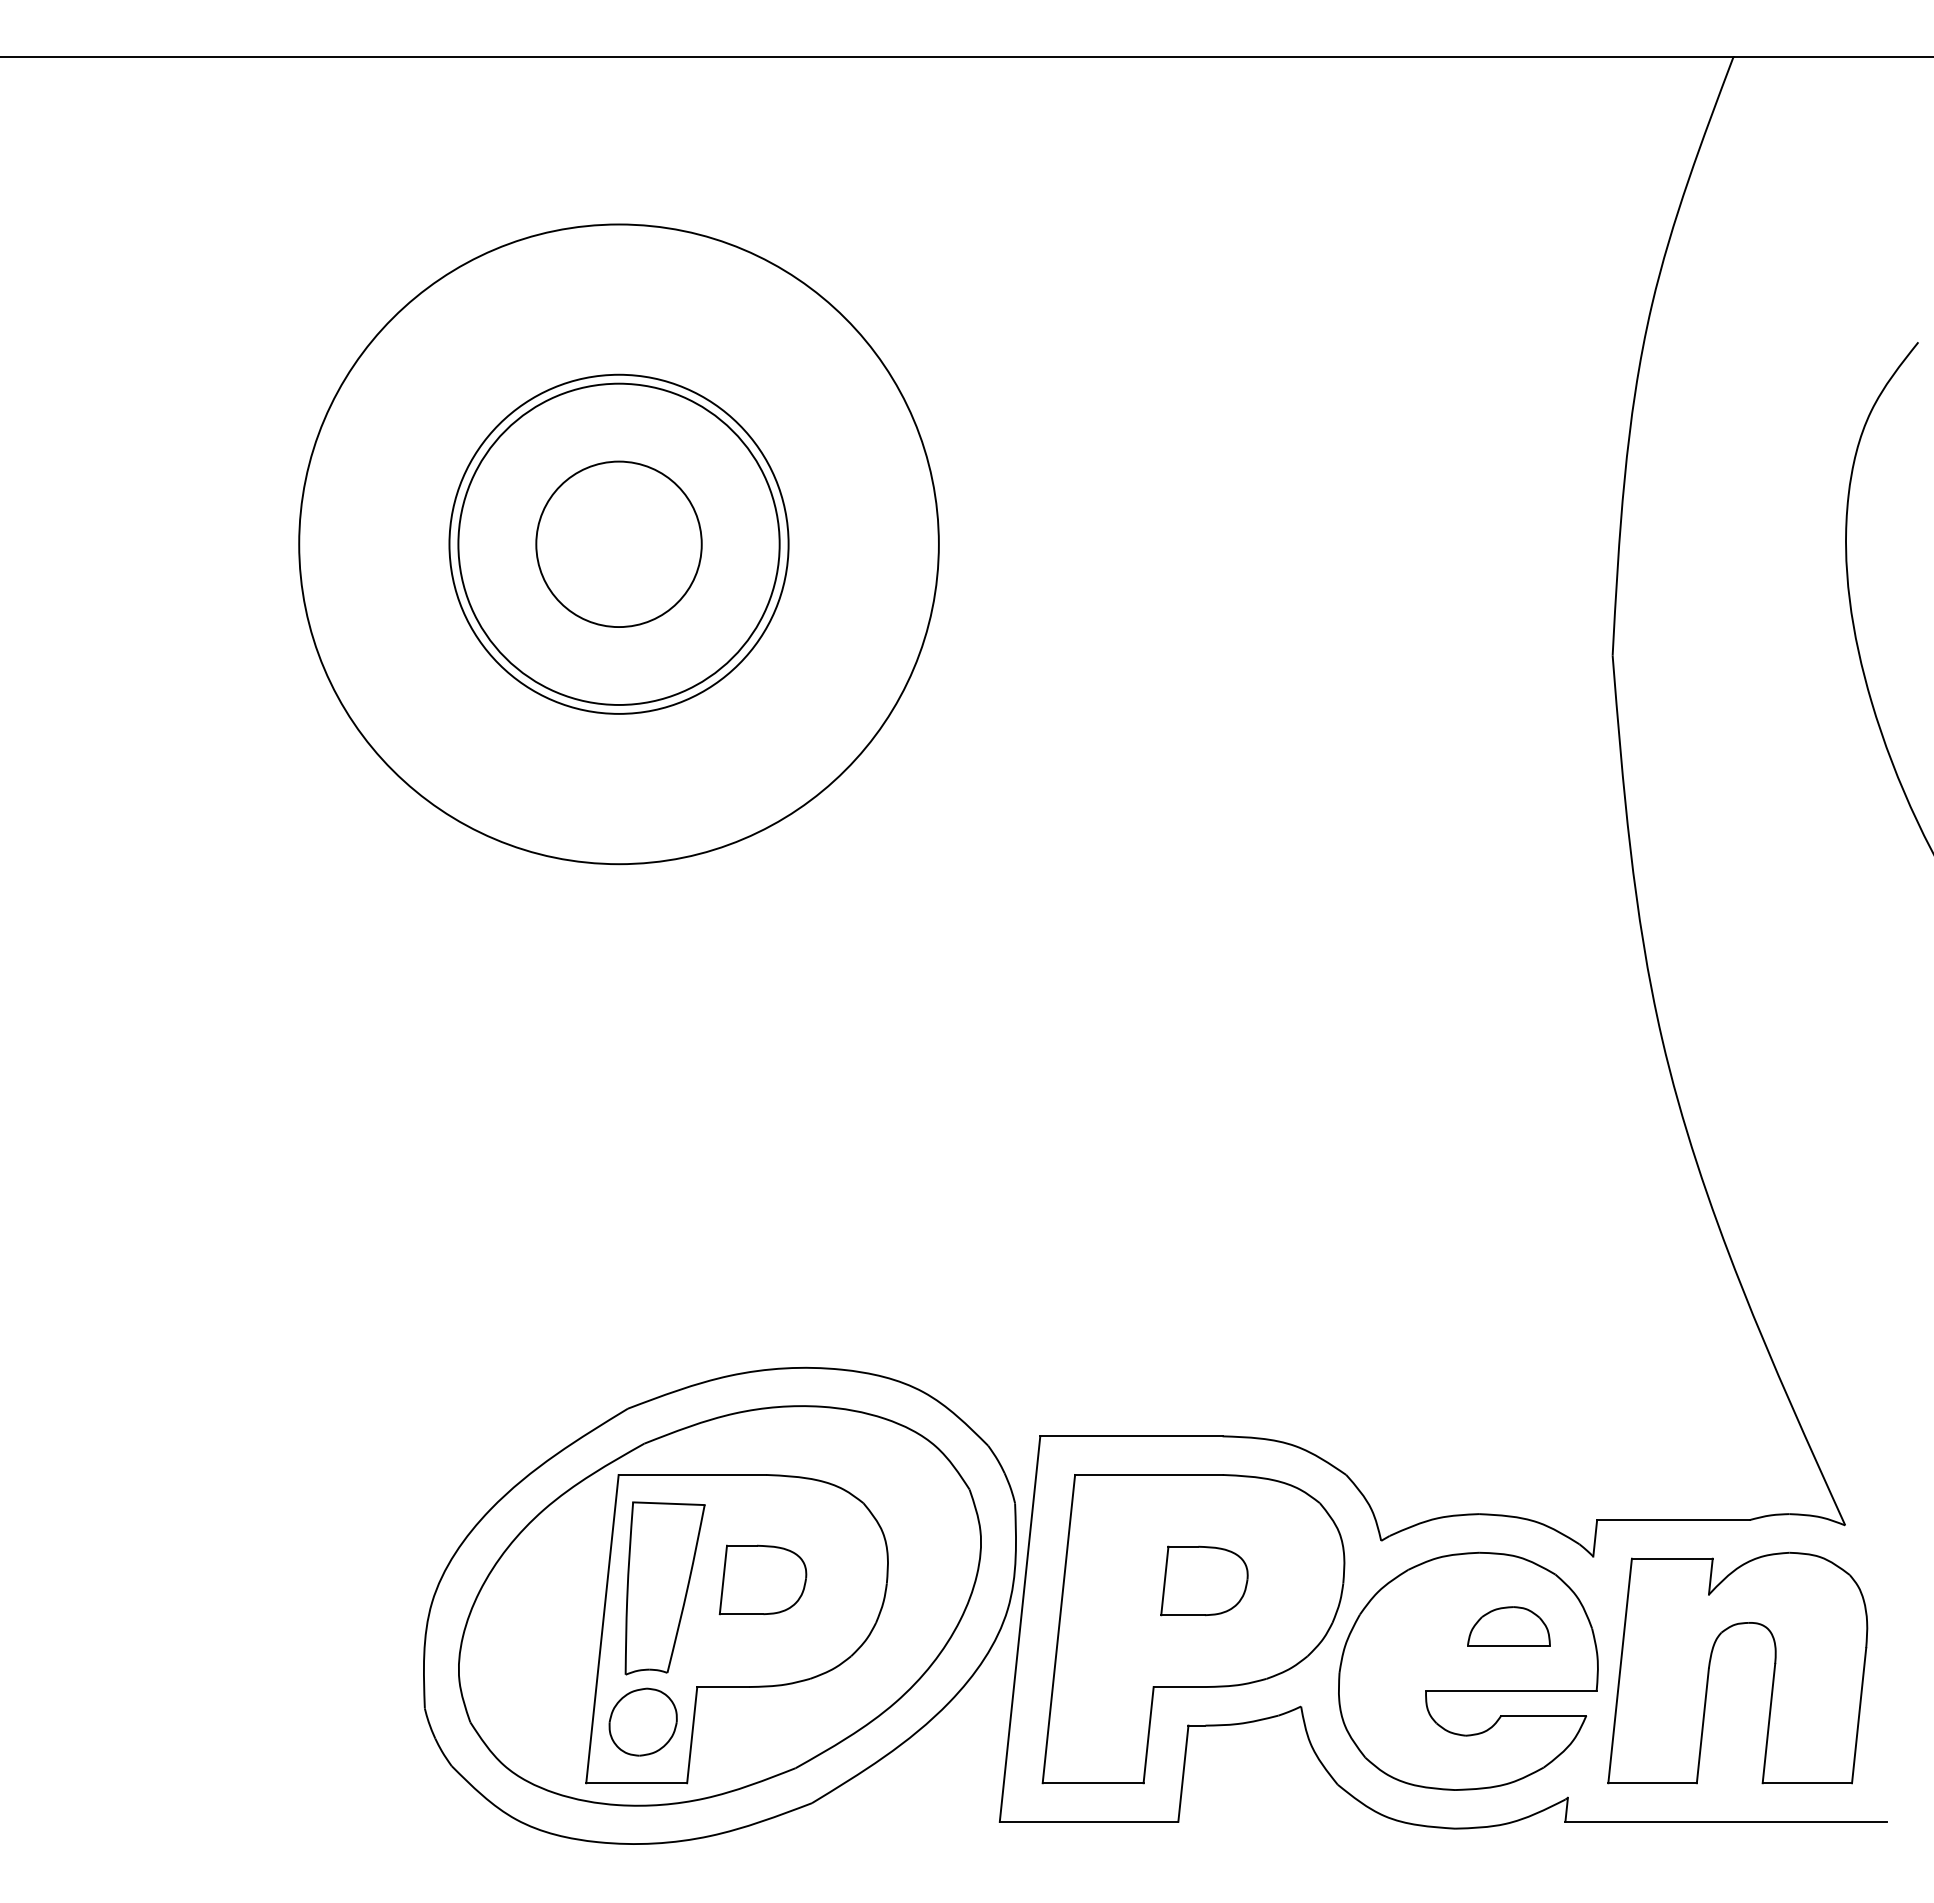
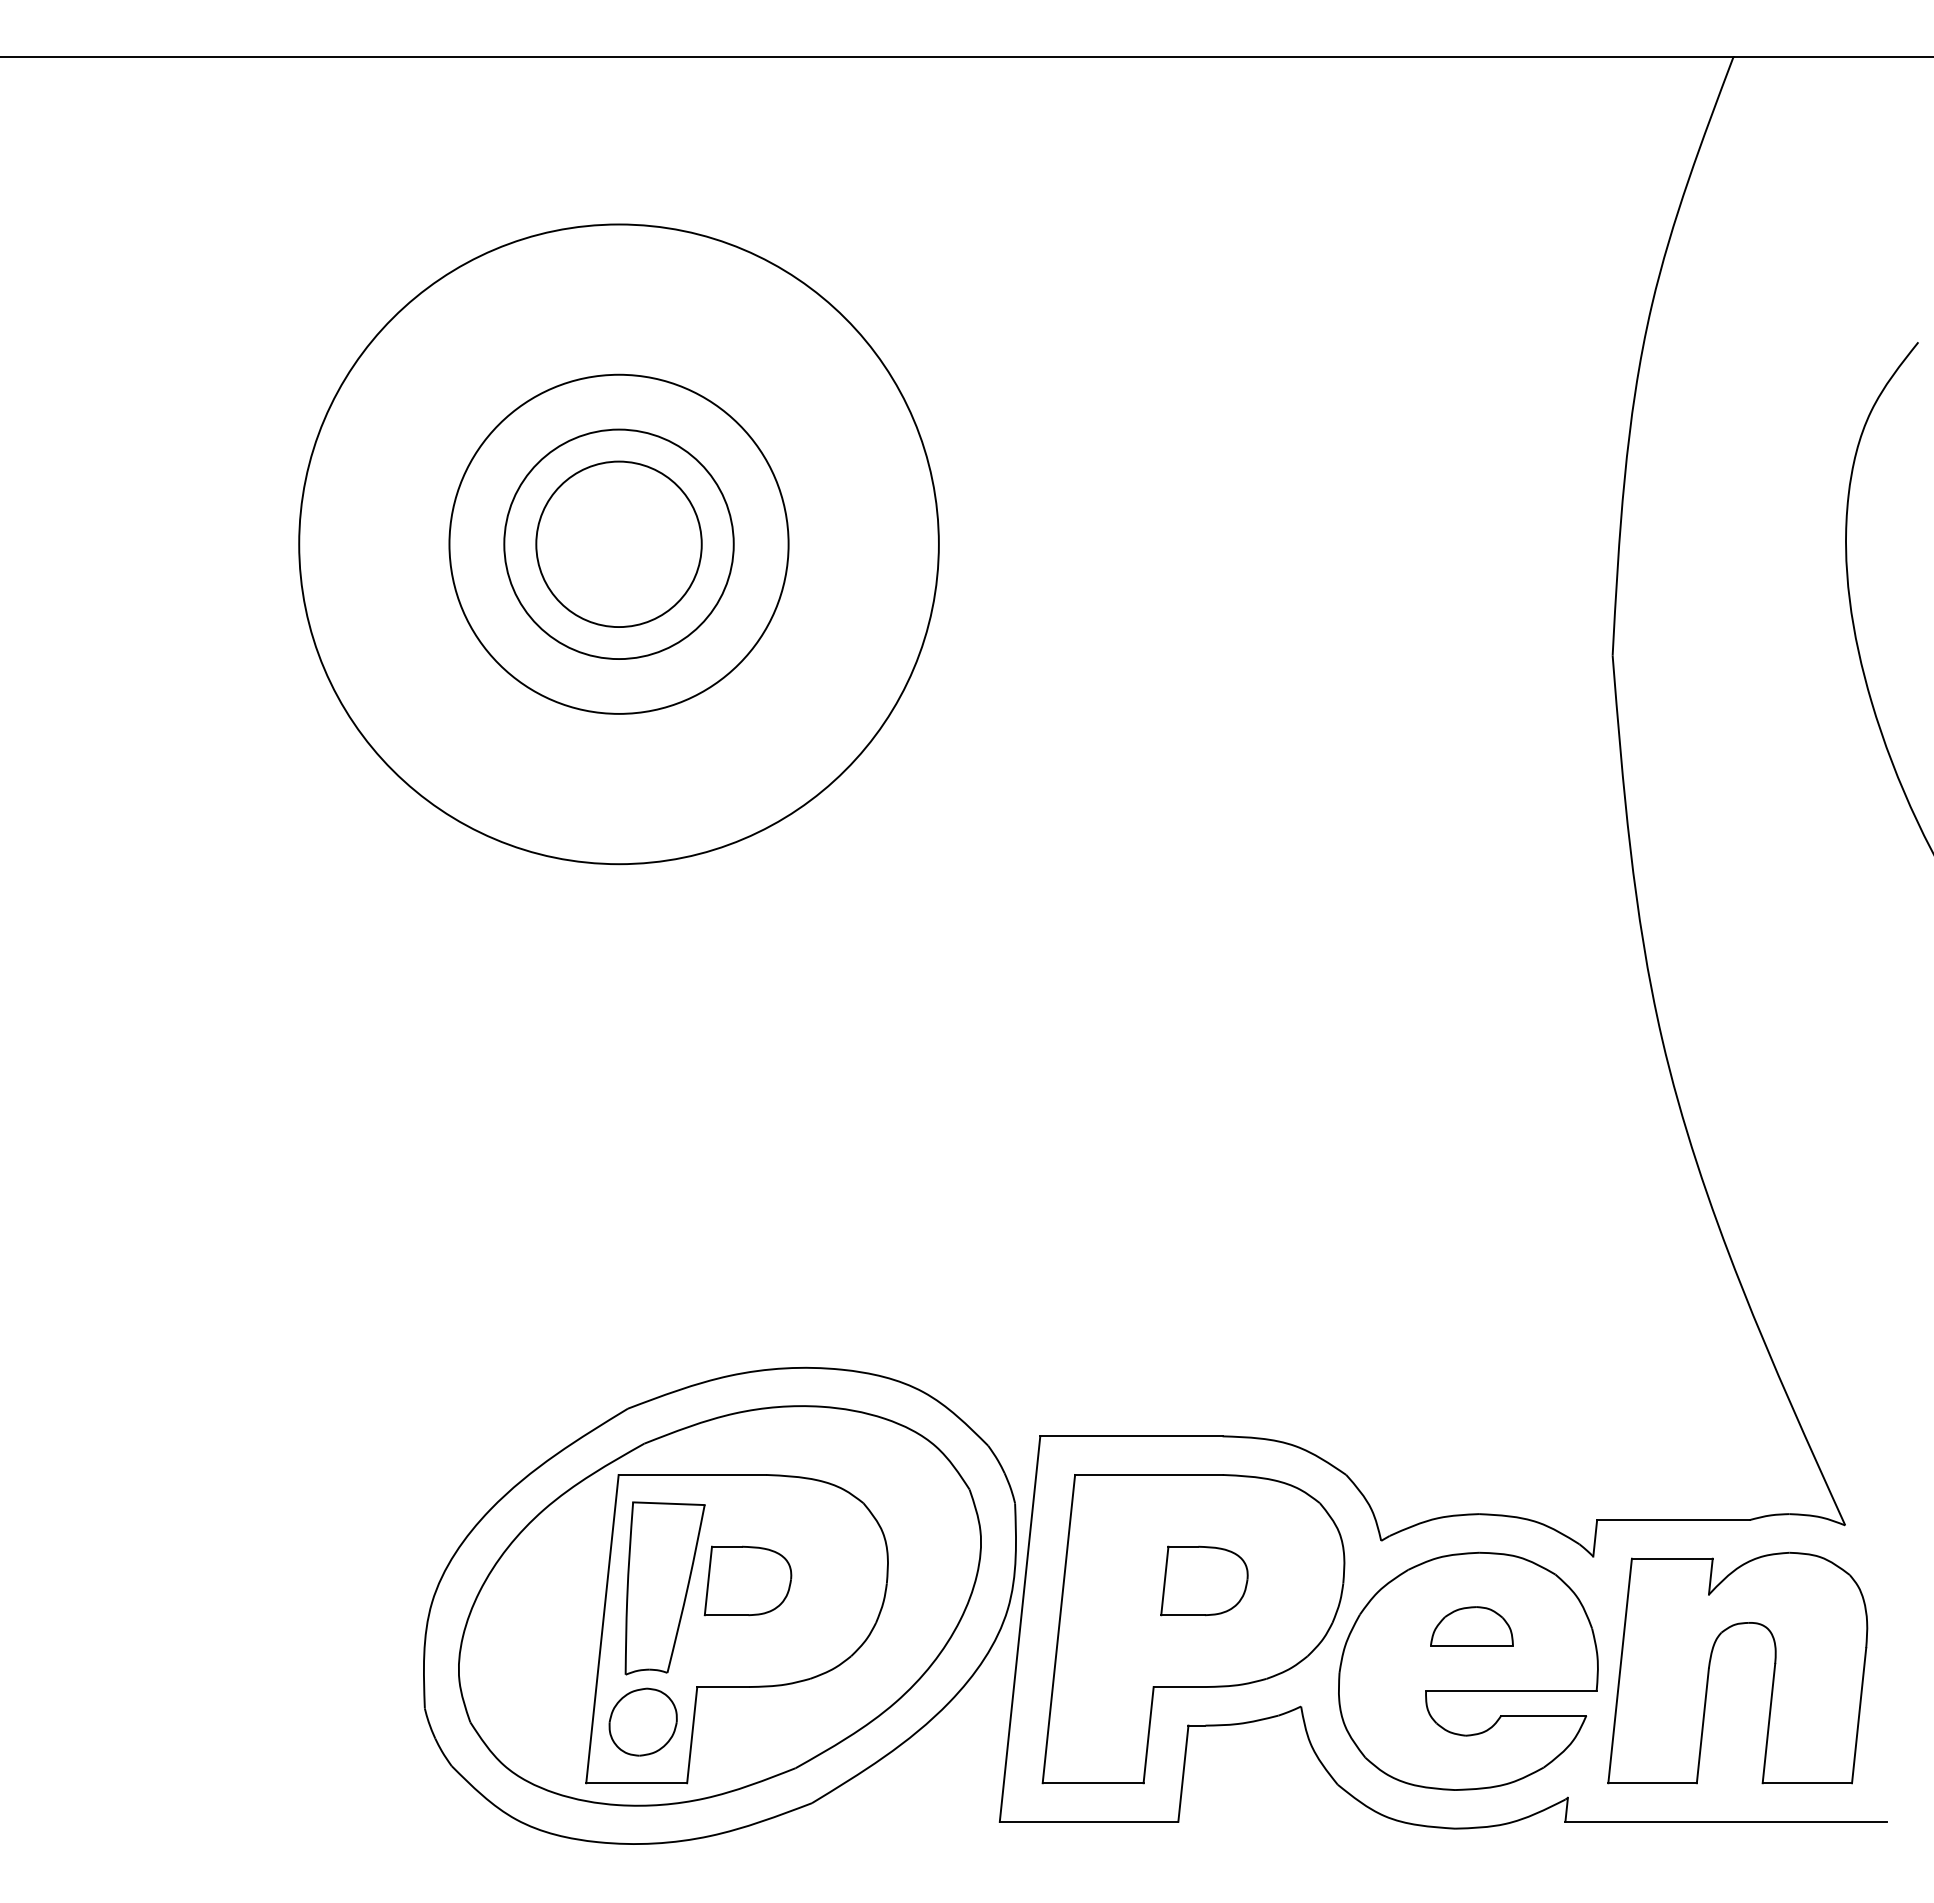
circle at (618, 543) diameter: 321 px -> 229 px
part at (762, 1579) position: (762, 1579) -> (747, 1580)
part at (1508, 1626) position: (1508, 1626) -> (1471, 1626)
